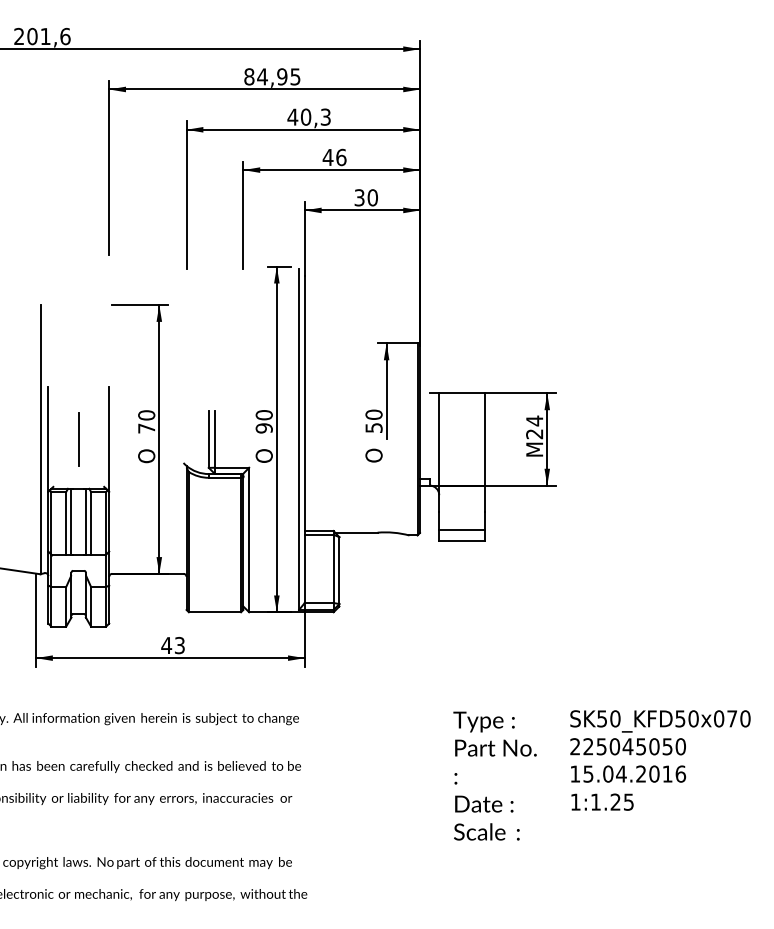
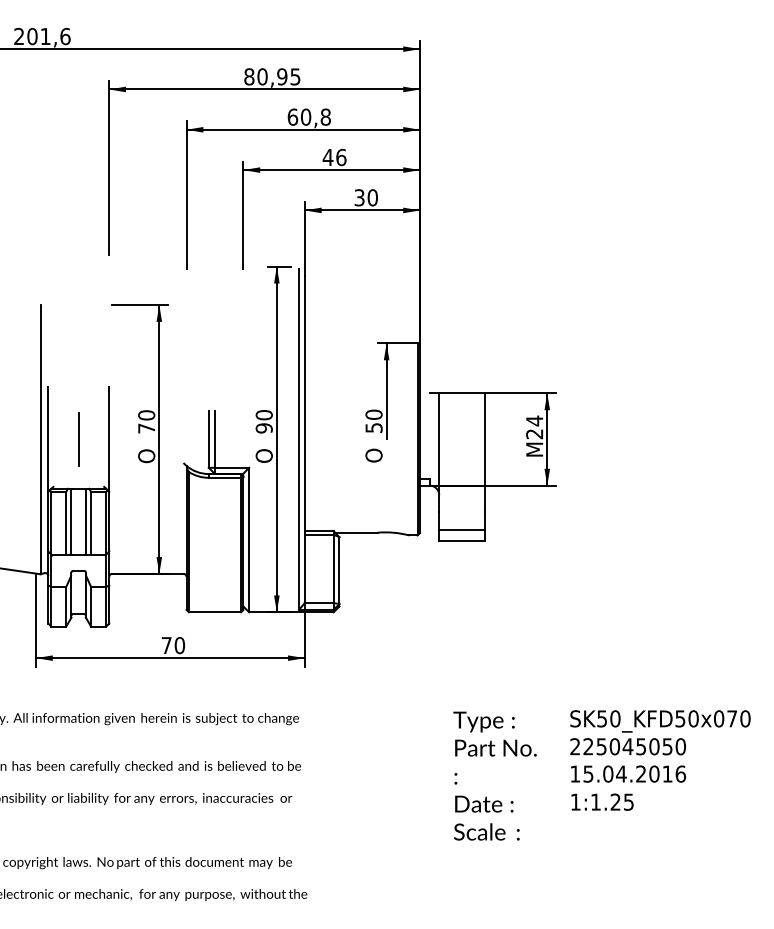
text at (262, 76): 84,95 -> 80,95
text at (308, 116): 40,3 -> 60,8
text at (173, 645): 43 -> 70
